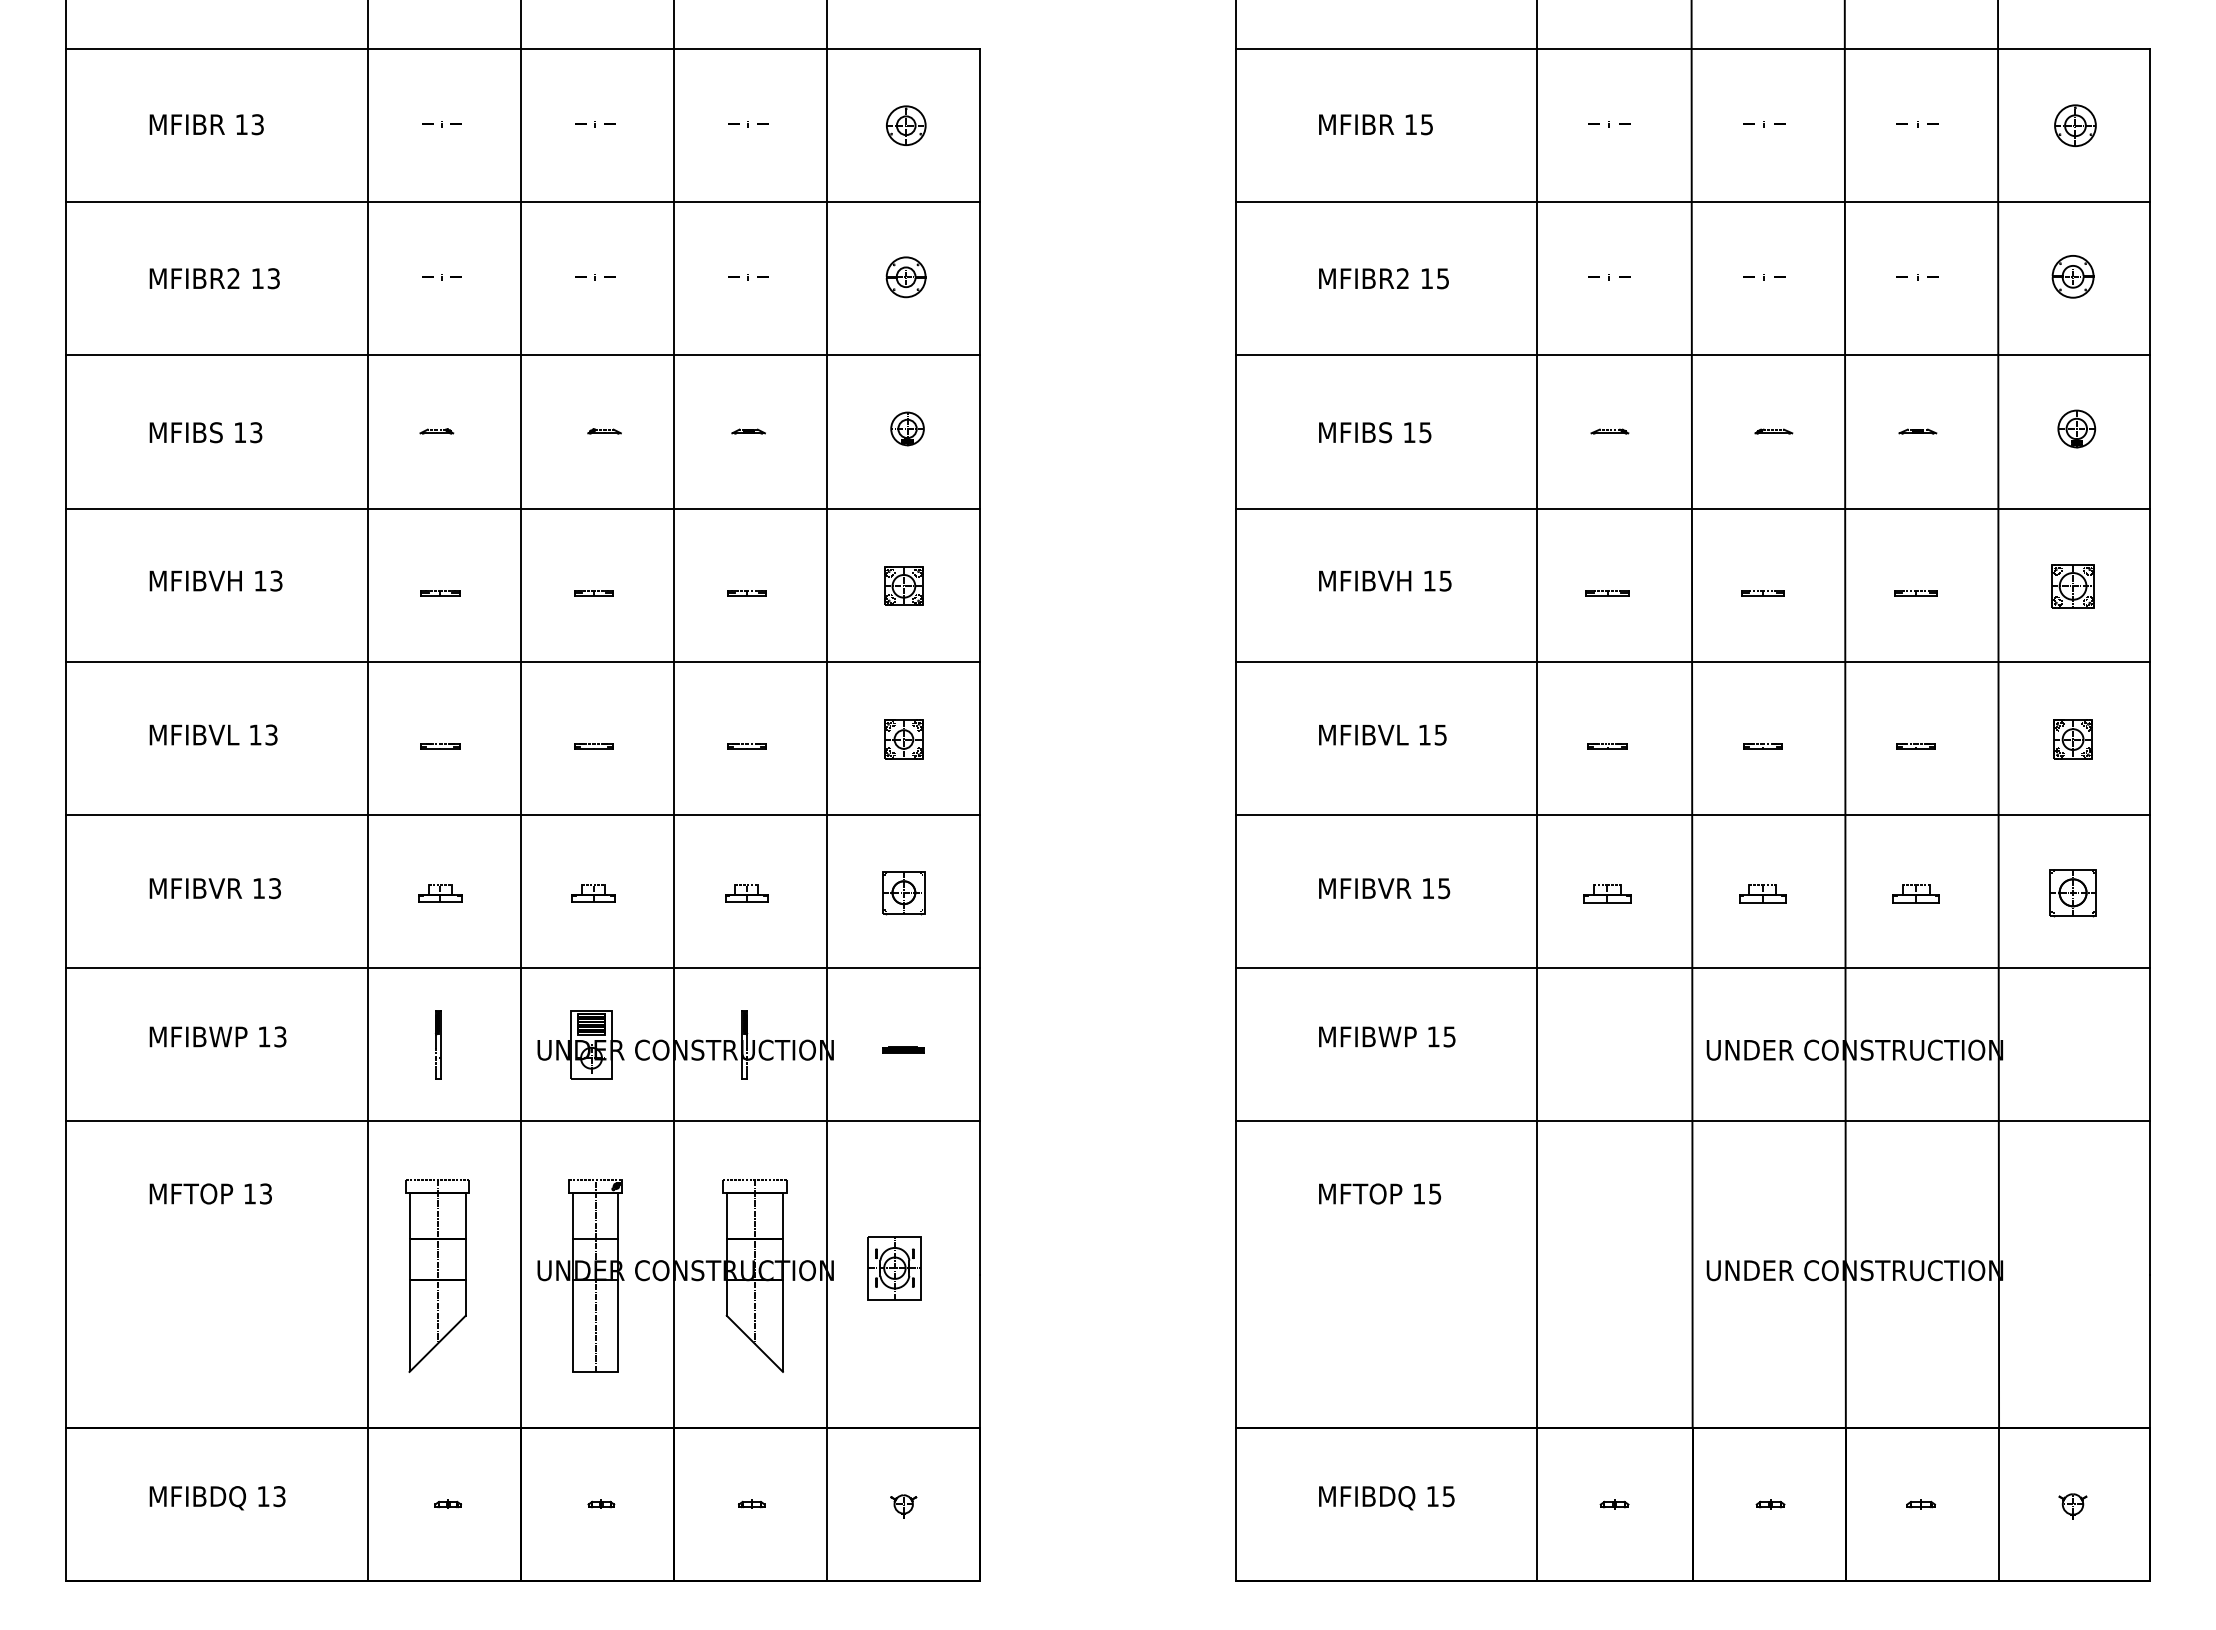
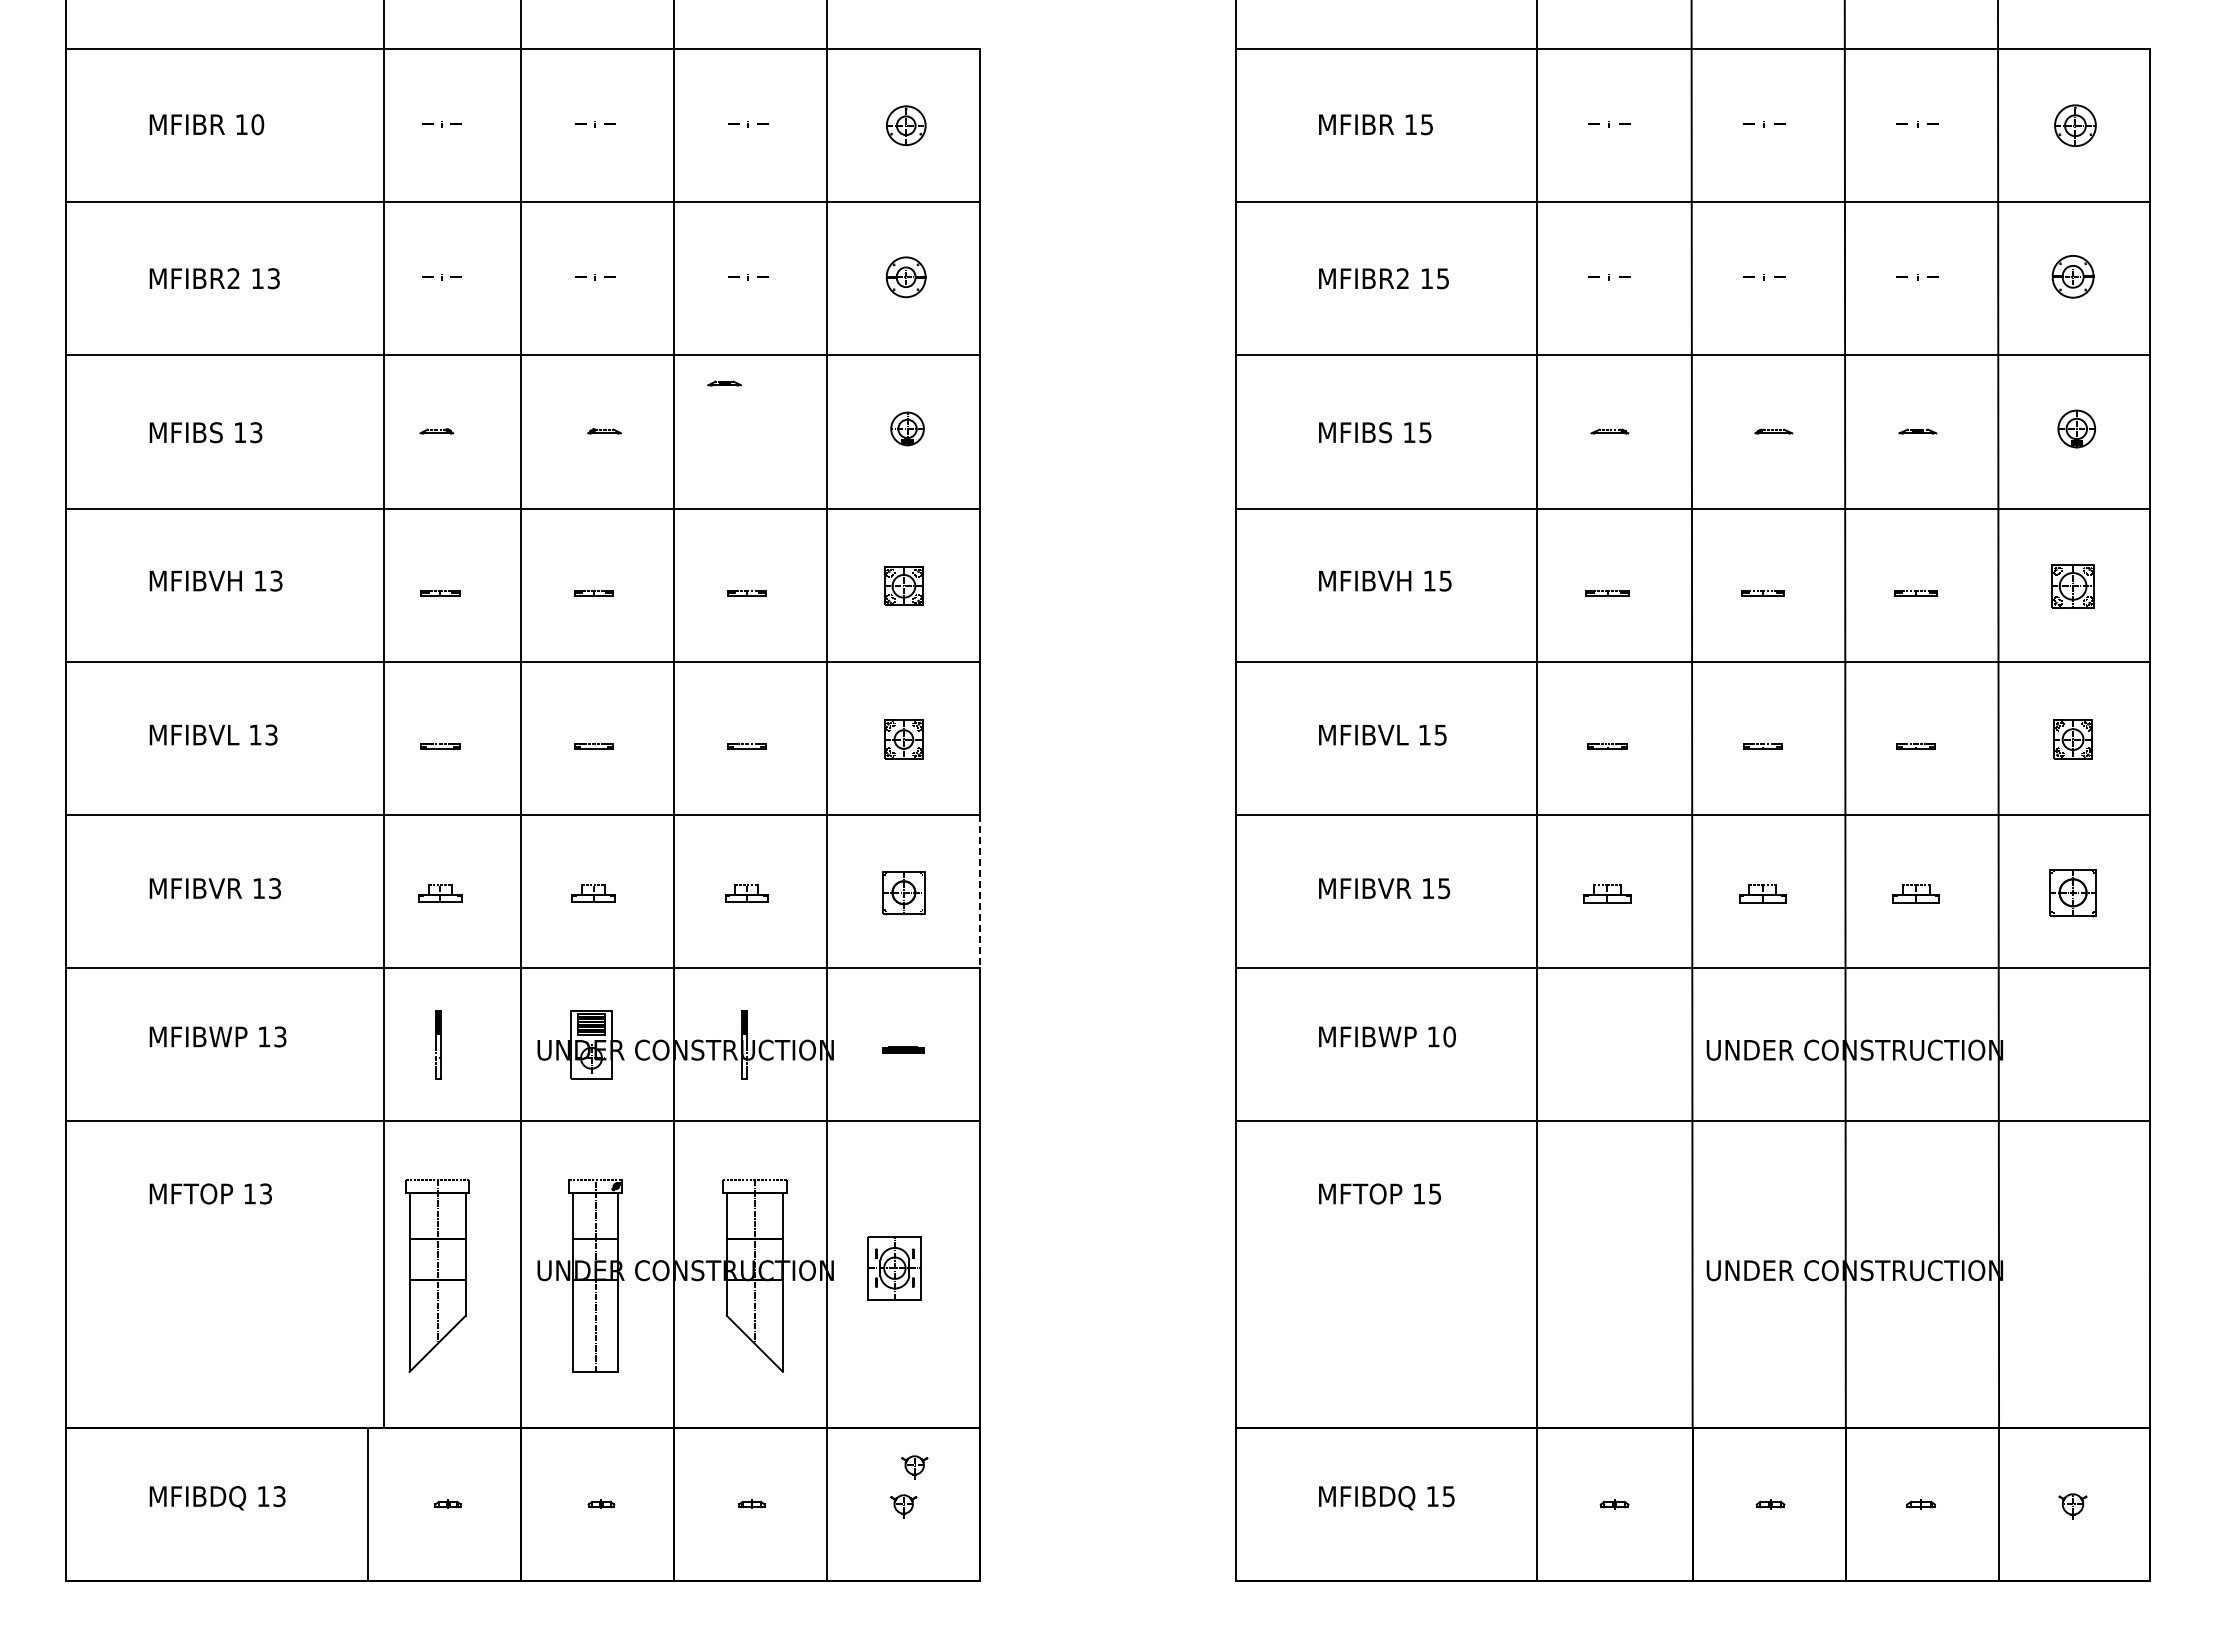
text at (257, 124): 13 -> 10
part at (748, 431) position: (748, 431) -> (724, 383)
line at (367, 714) position: (367, 714) -> (383, 714)
line at (980, 891): solid -> dashed
text at (1449, 1036): 15 -> 10
part at (914, 1467): none -> present
